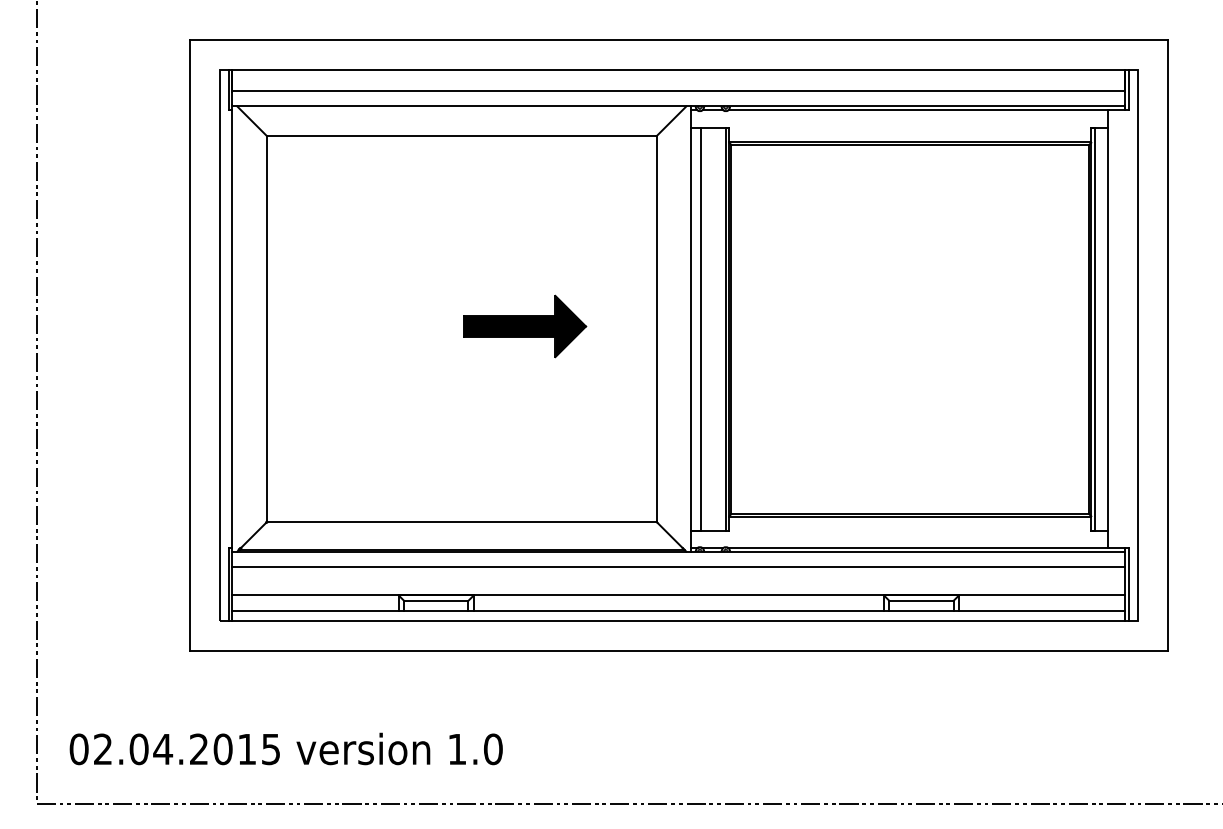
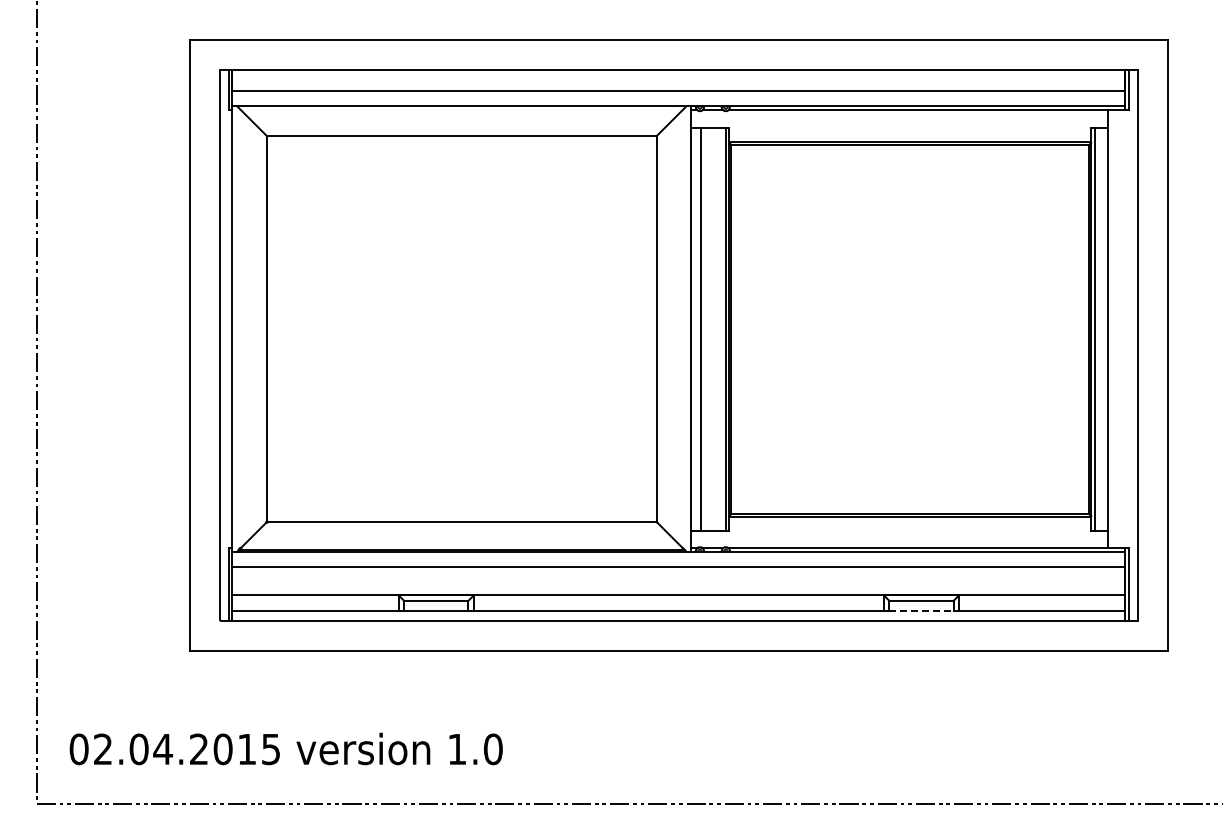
part at (525, 326): present -> none
line at (921, 610): solid -> dashed
